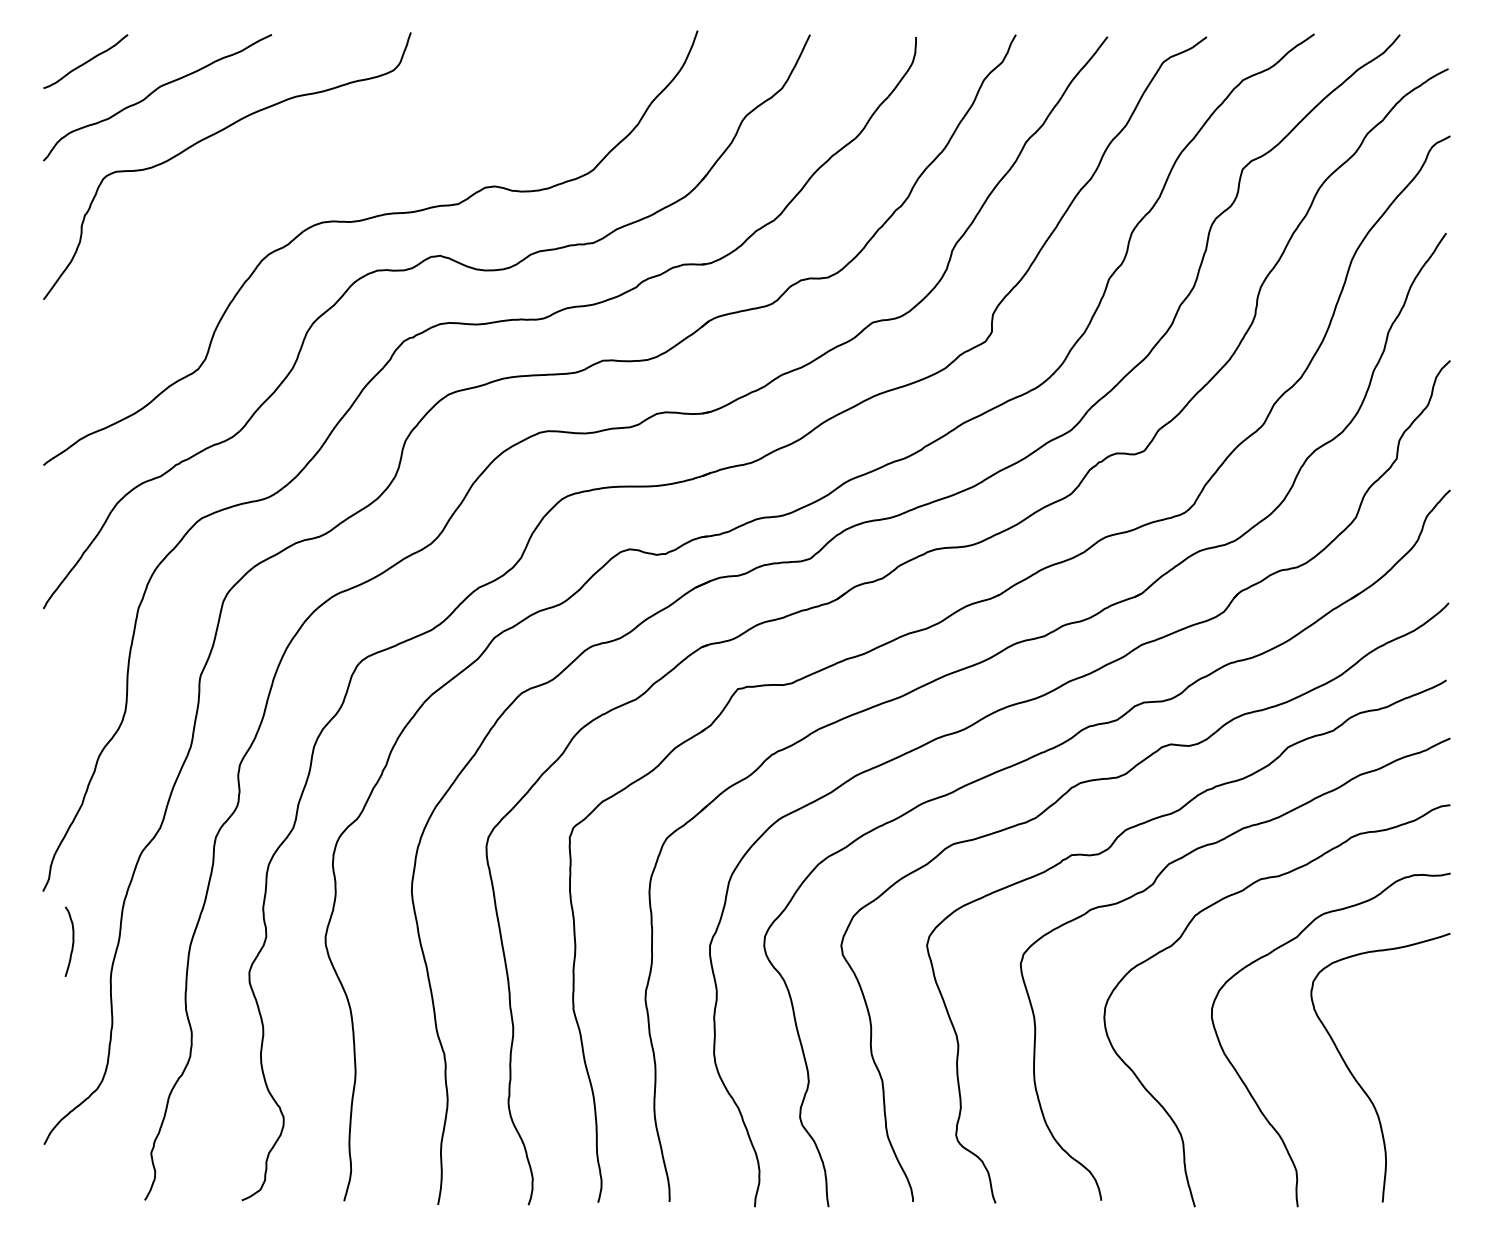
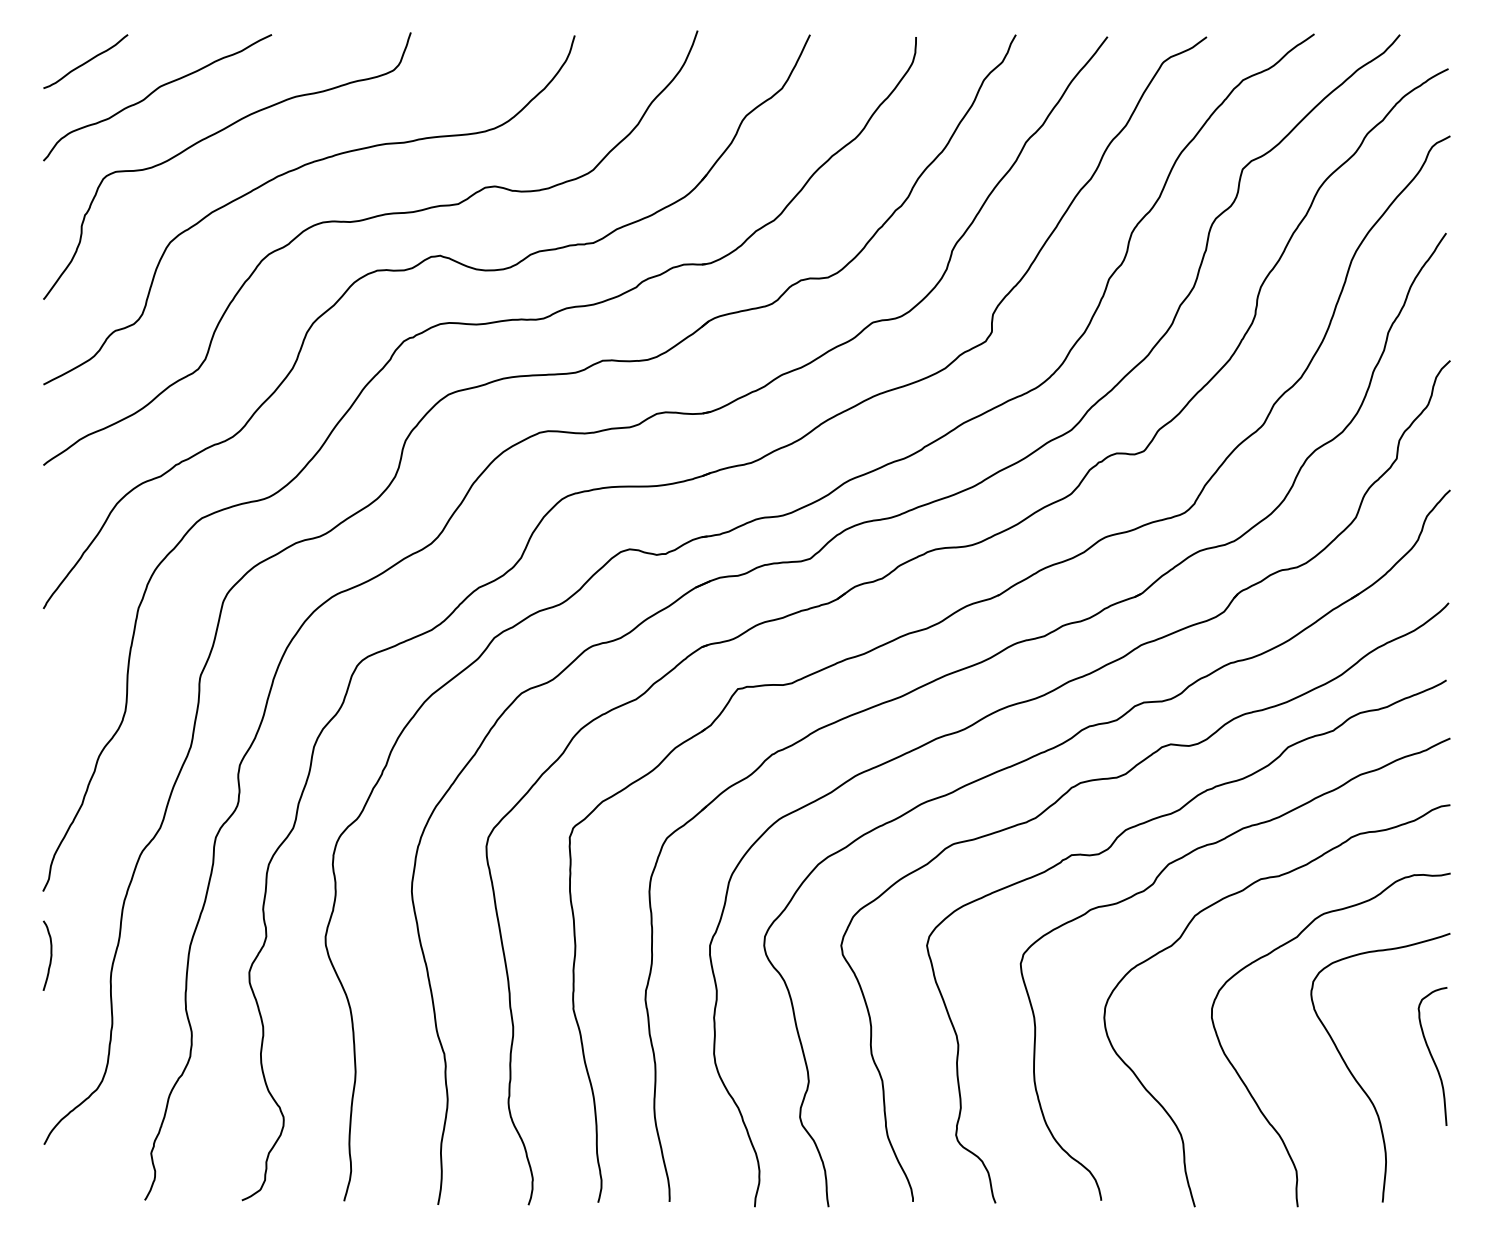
curve at (293, 171): none -> present
curve at (72, 941) position: (72, 941) -> (50, 955)
curve at (1432, 1056): none -> present
